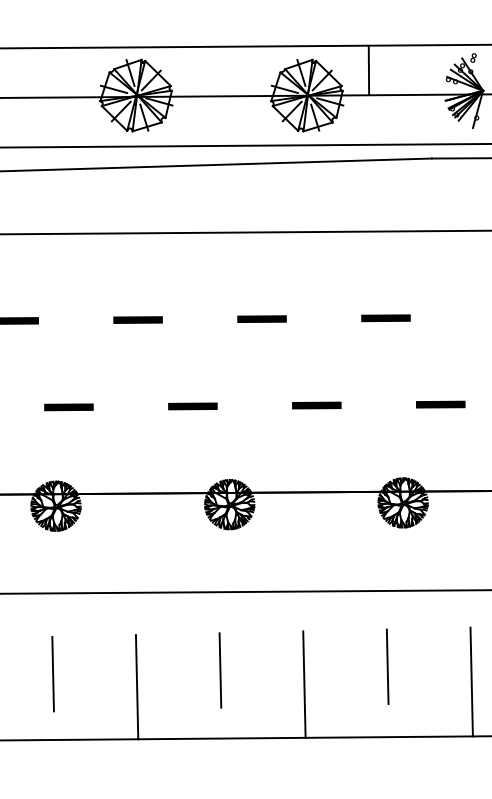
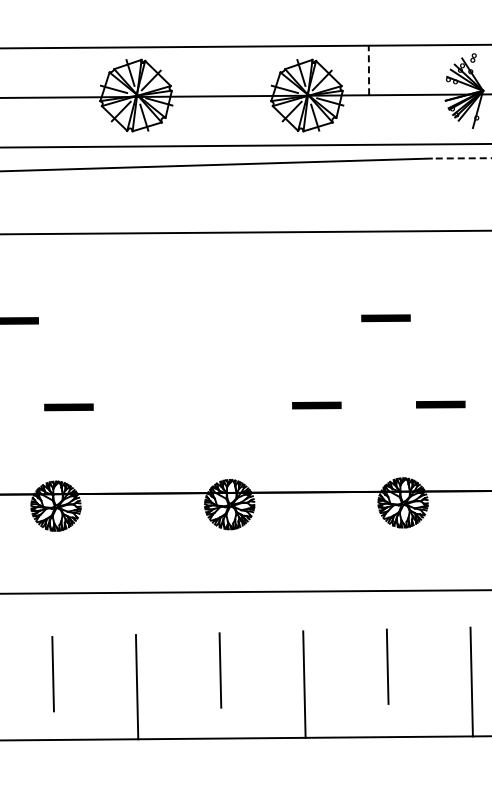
line at (368, 70): solid -> dashed
line at (461, 158): solid -> dashed
part at (261, 318): present -> none
part at (137, 319): present -> none
part at (192, 406): present -> none
